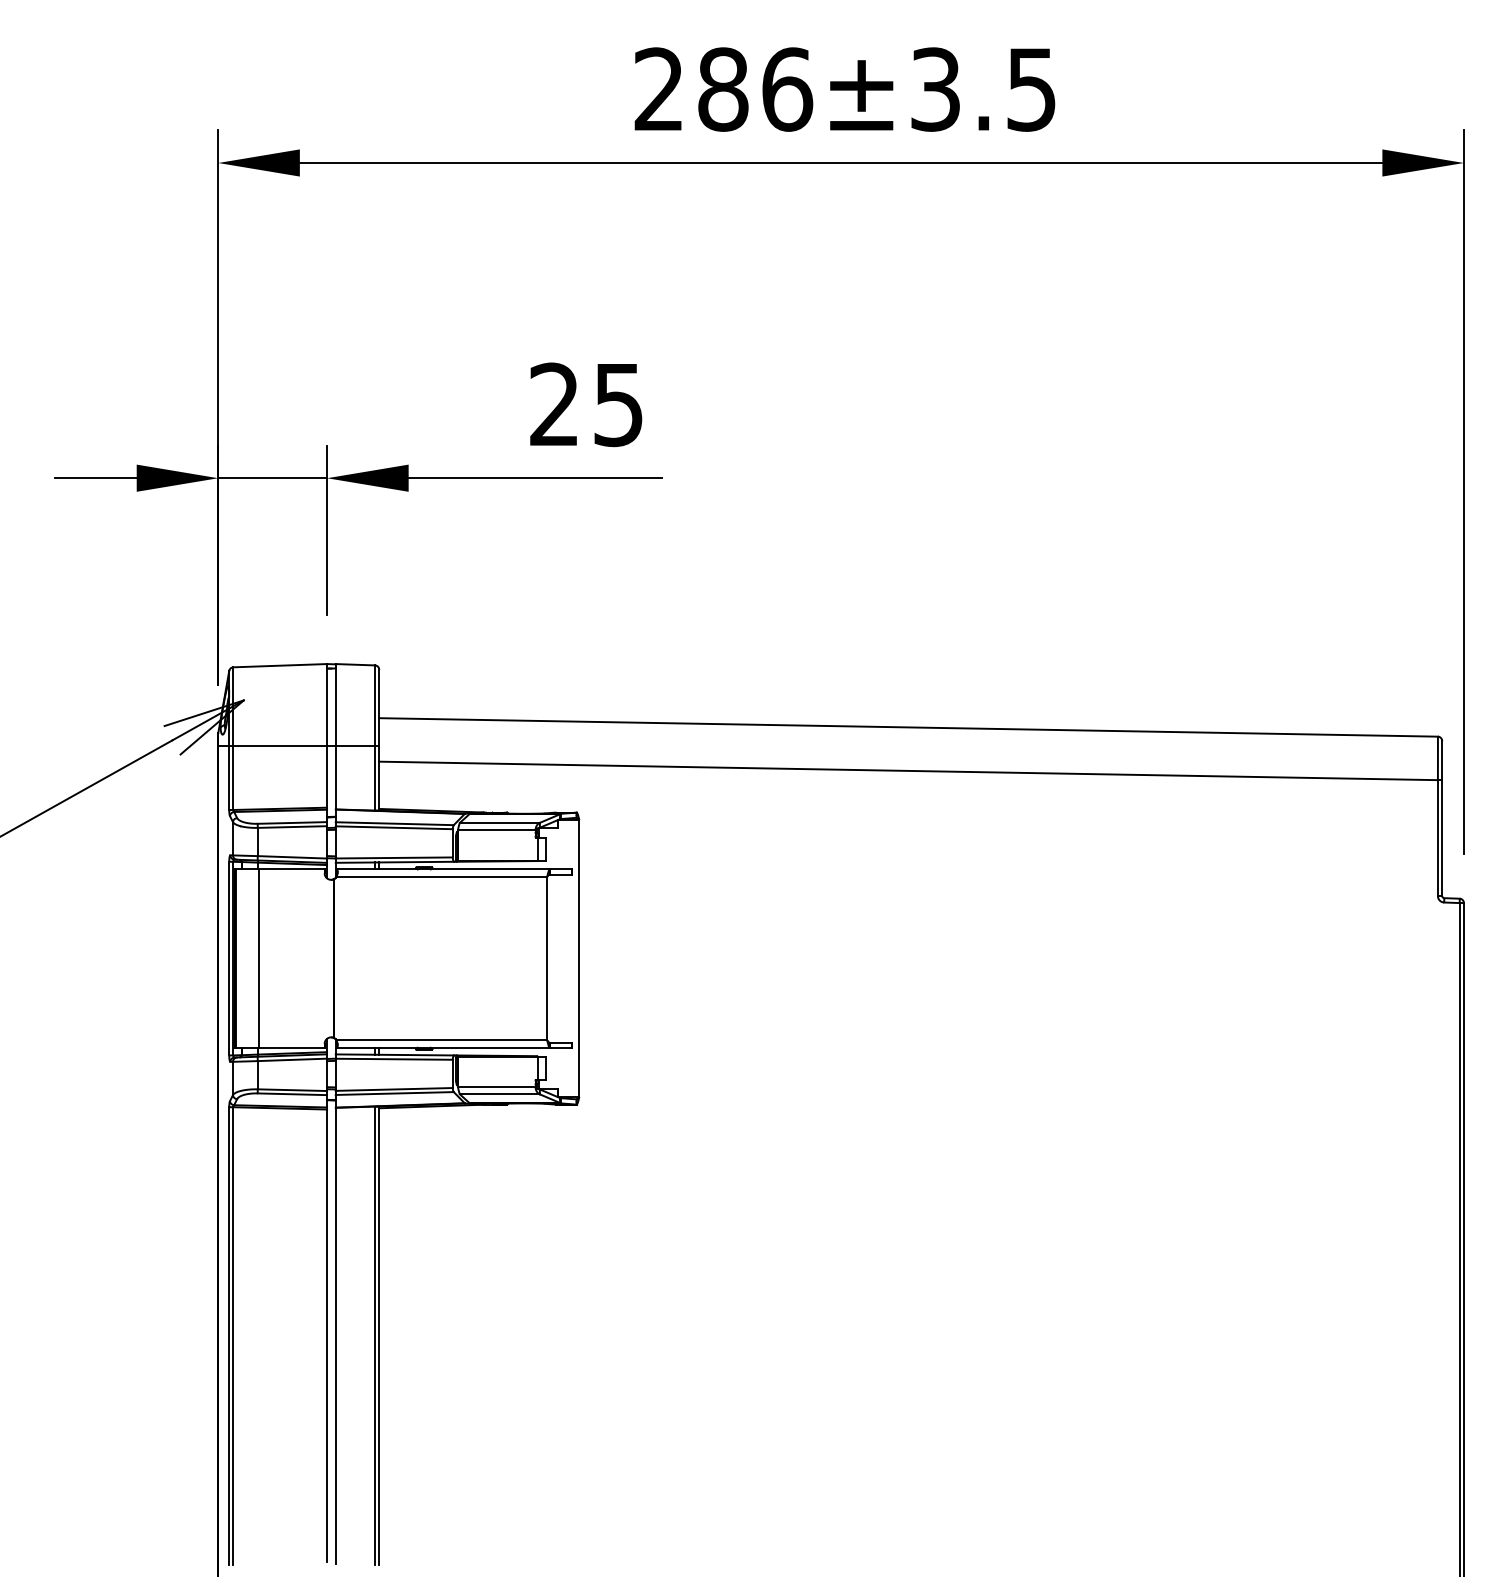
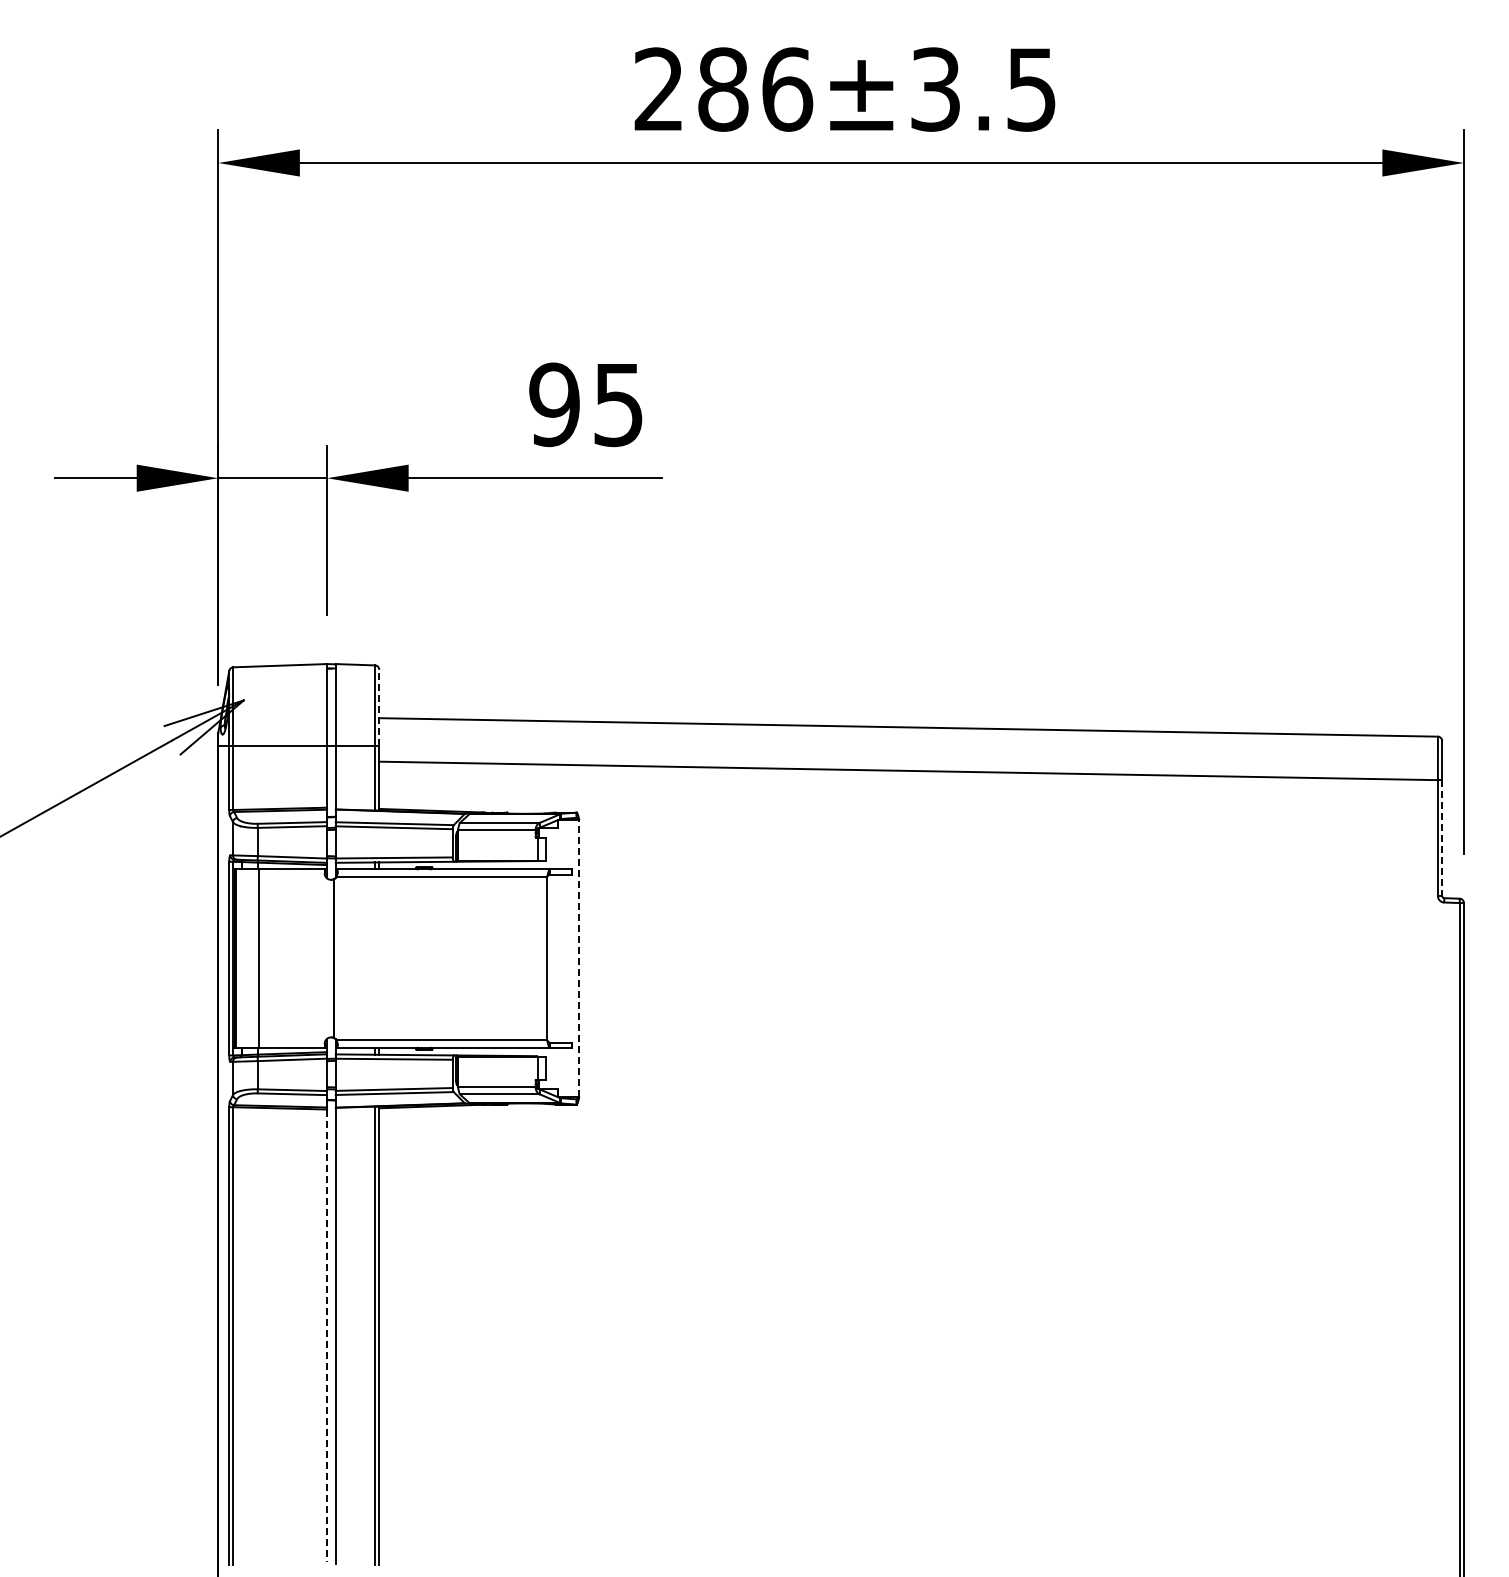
text at (554, 404): 25 -> 95
line at (379, 707): solid -> dashed
line at (1442, 838): solid -> dashed
line at (579, 958): solid -> dashed
line at (327, 1336): solid -> dashed
